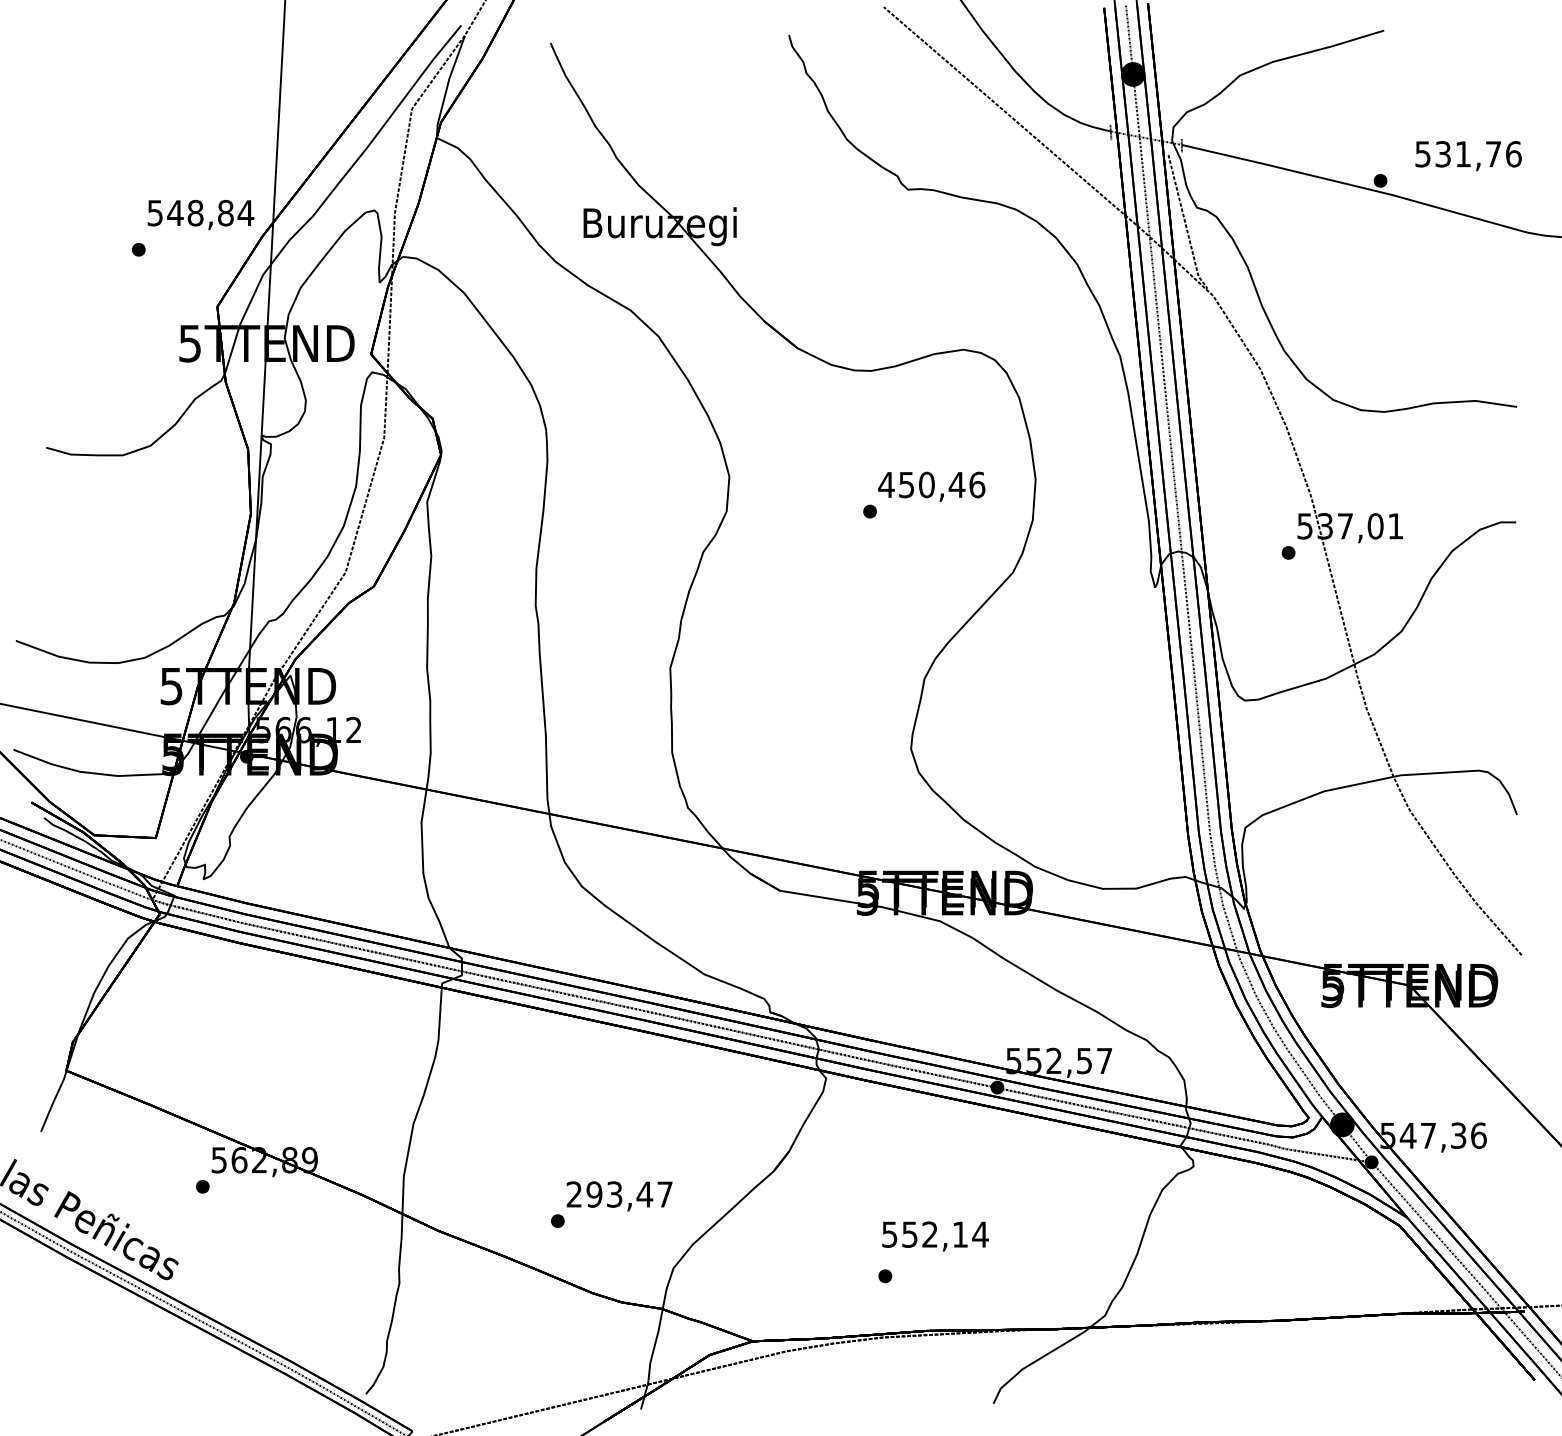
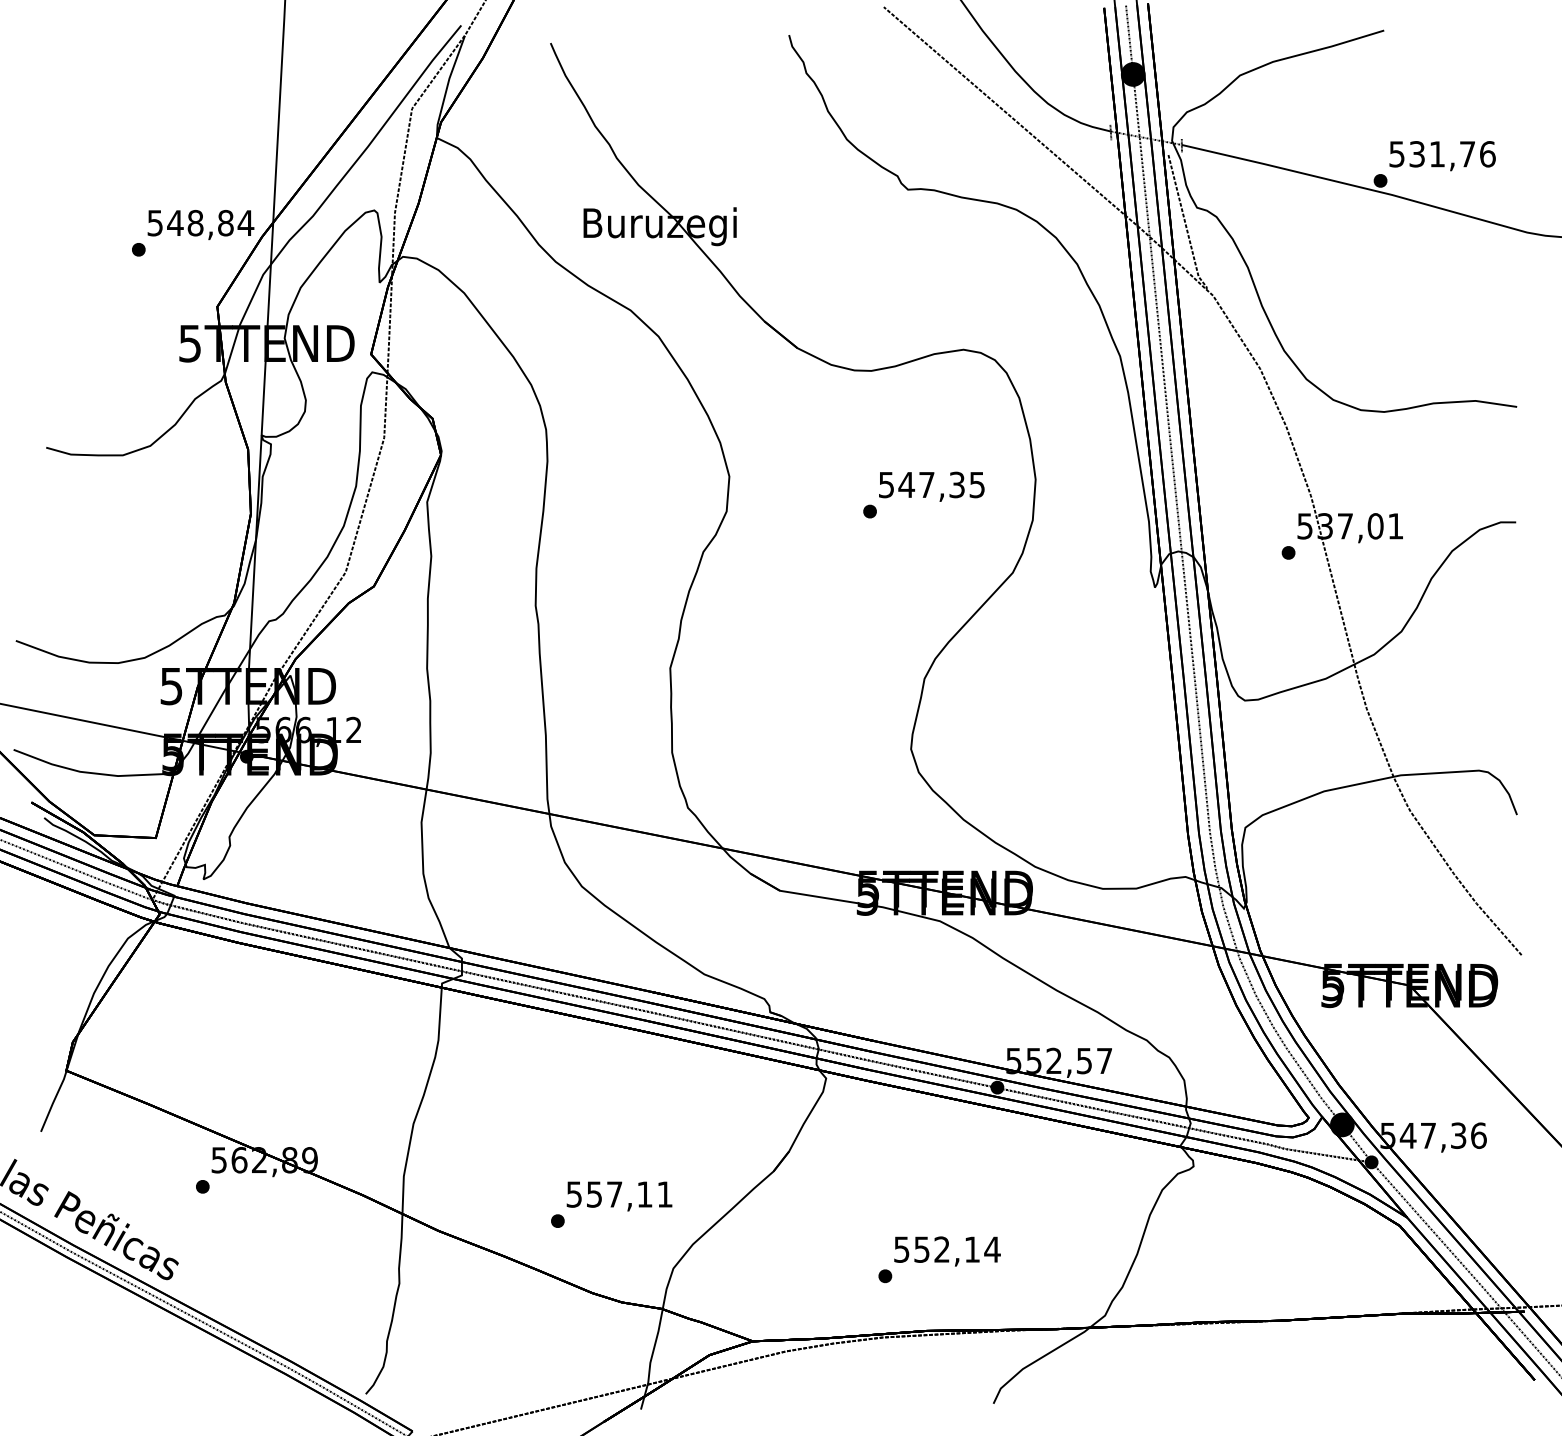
text at (1468, 156) position: (1468, 156) -> (1442, 156)
text at (200, 215) position: (200, 215) -> (200, 225)
text at (931, 484): 450,46 -> 547,35
text at (619, 1194): 293,47 -> 557,11
text at (935, 1236) position: (935, 1236) -> (947, 1251)
